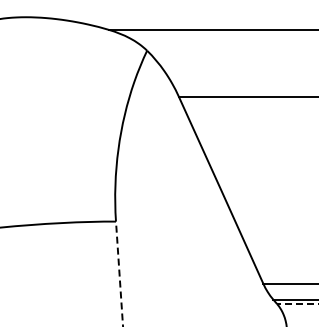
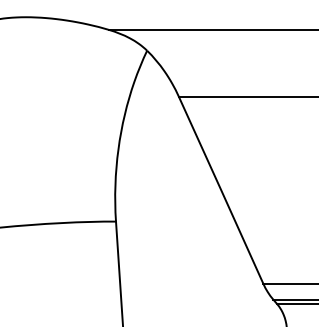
line at (119, 274): dashed -> solid
line at (297, 304): dashed -> solid
